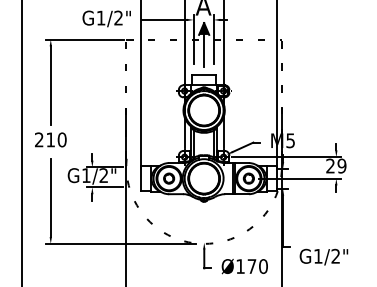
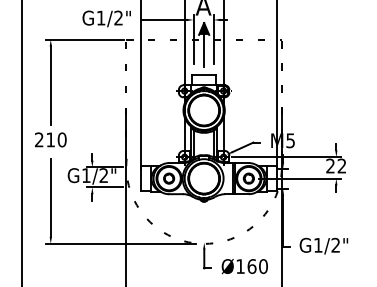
text at (341, 165): 29 -> 22
text at (323, 256) position: (323, 256) -> (323, 245)
text at (251, 266): Ø170 -> Ø160
